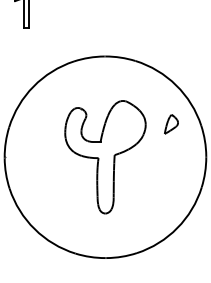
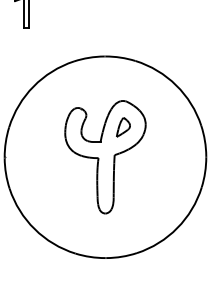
part at (171, 124) position: (171, 124) -> (123, 127)
